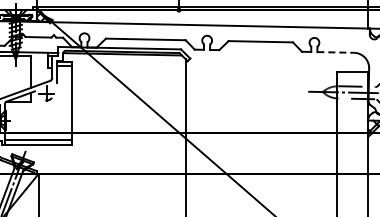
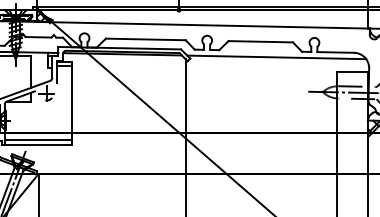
line at (336, 52): dashed -> solid
line at (276, 57): none -> present
